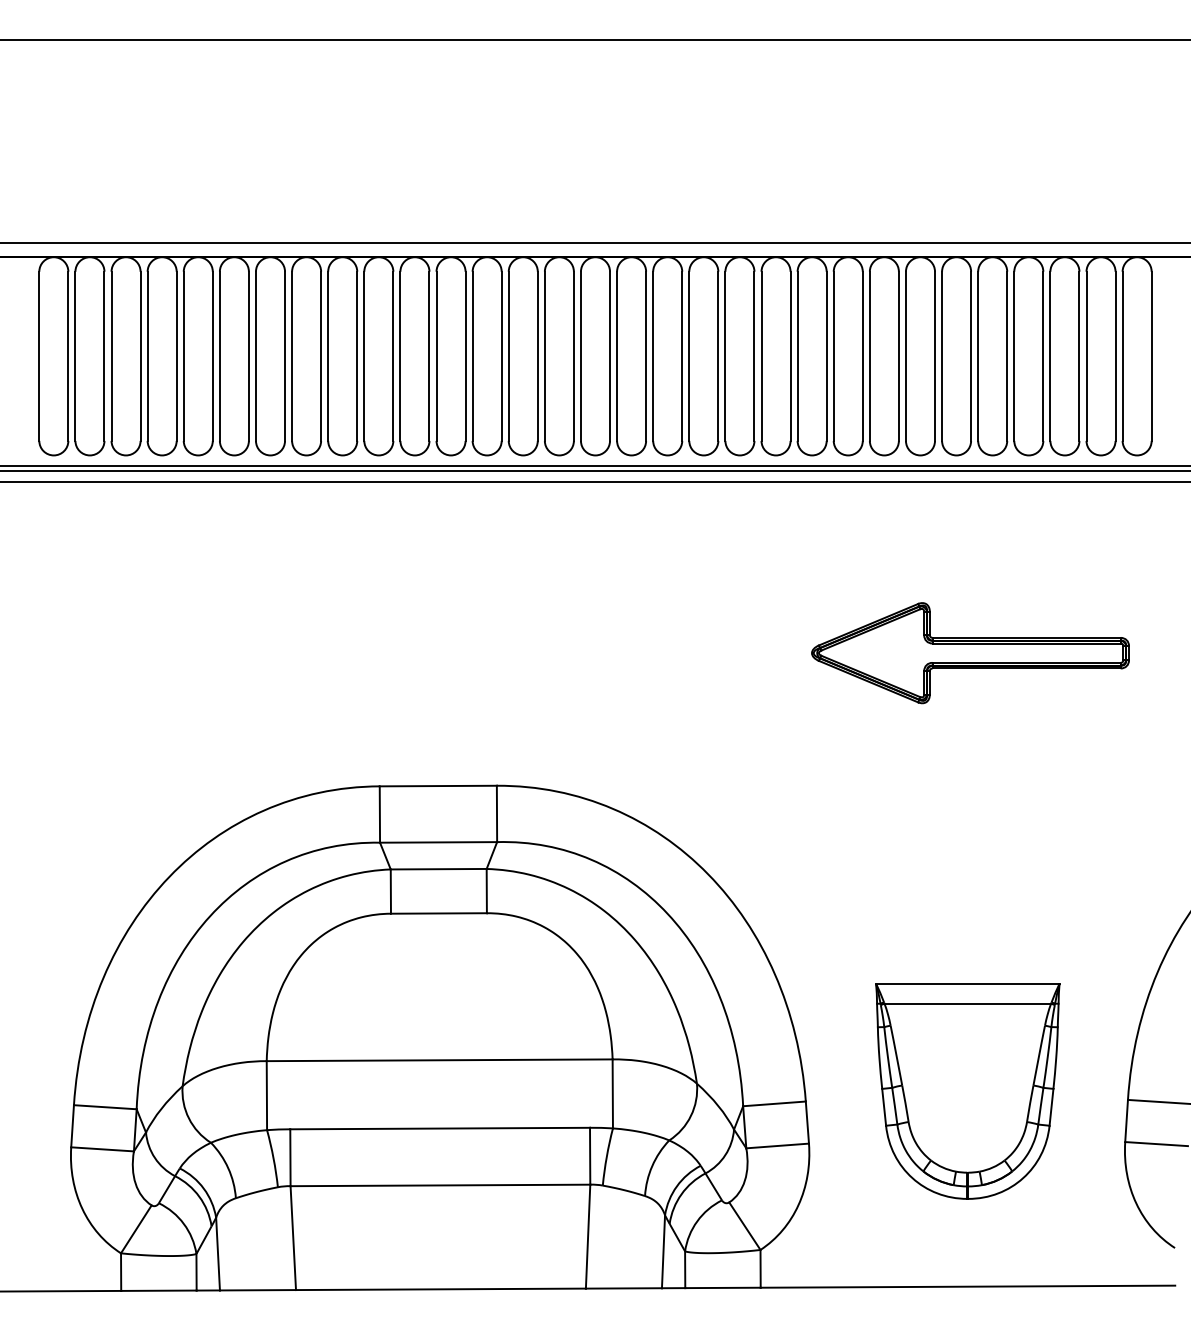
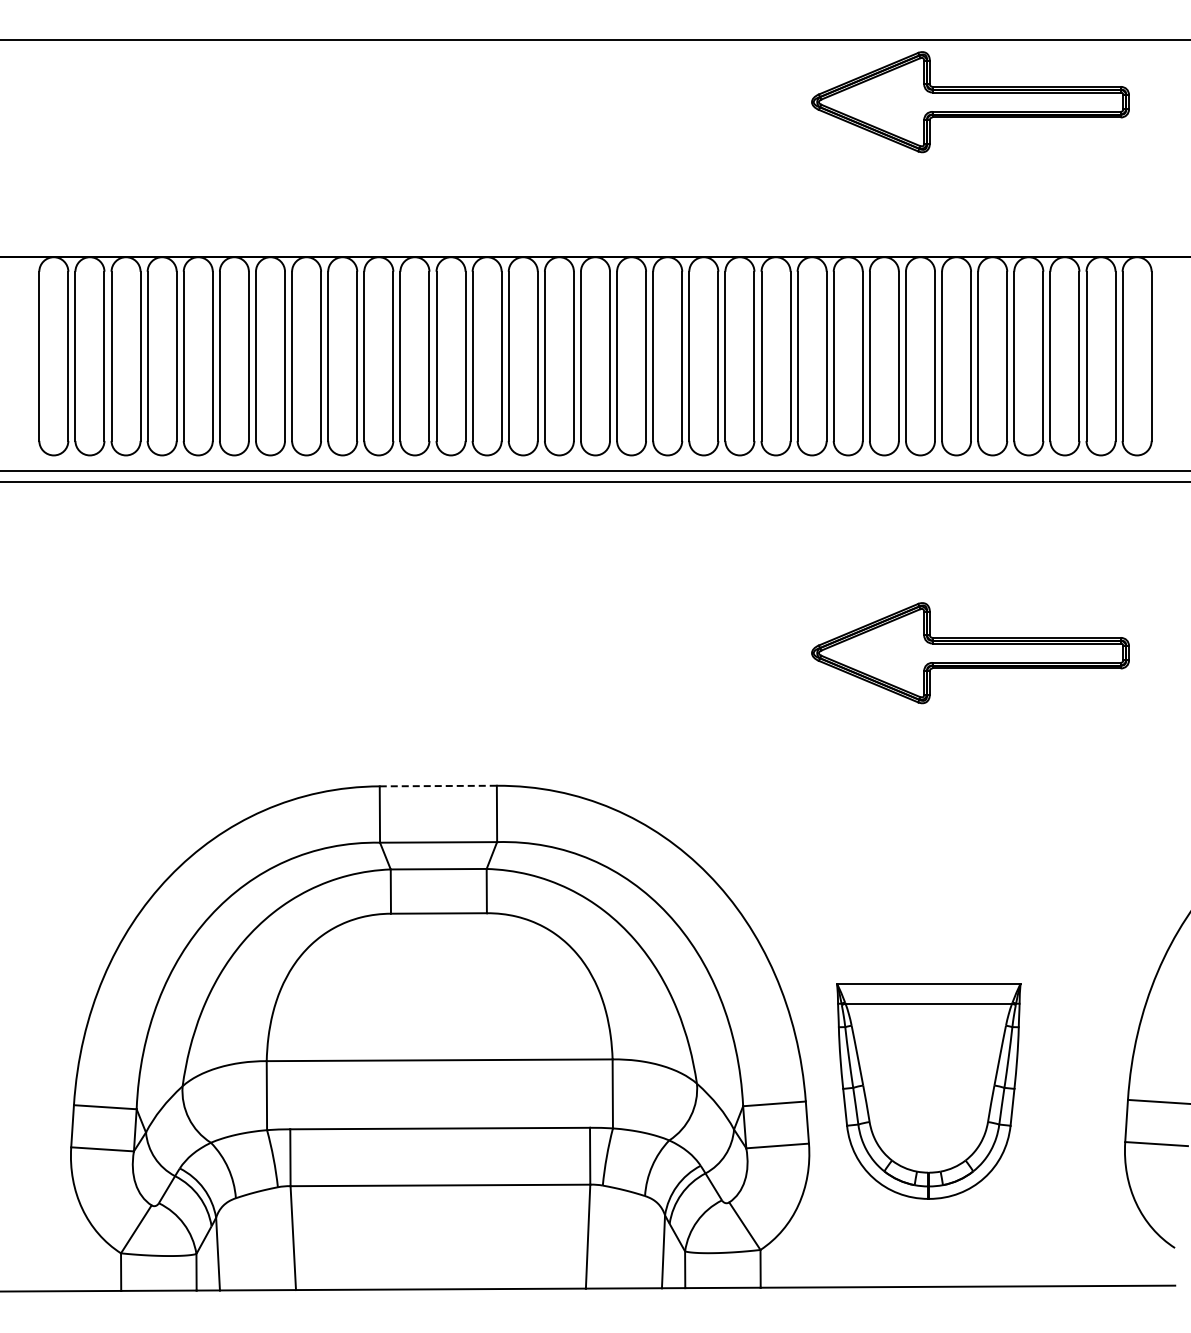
part at (970, 102): none -> present
line at (594, 243): present -> none
line at (594, 466): present -> none
line at (438, 786): solid -> dashed
part at (967, 1091) position: (967, 1091) -> (928, 1091)
